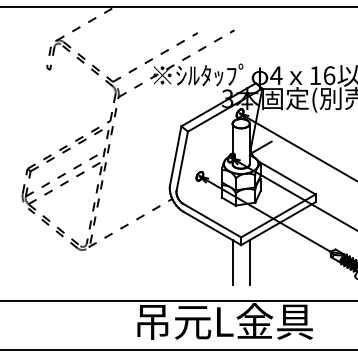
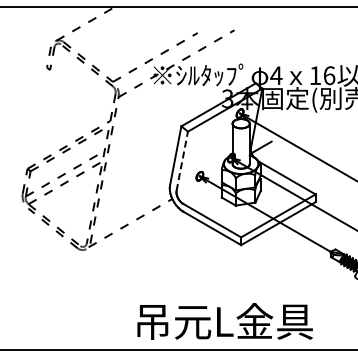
line at (182, 160): solid -> dashed
line at (232, 262): present -> none
line at (249, 262): present -> none
line at (178, 301): present -> none
